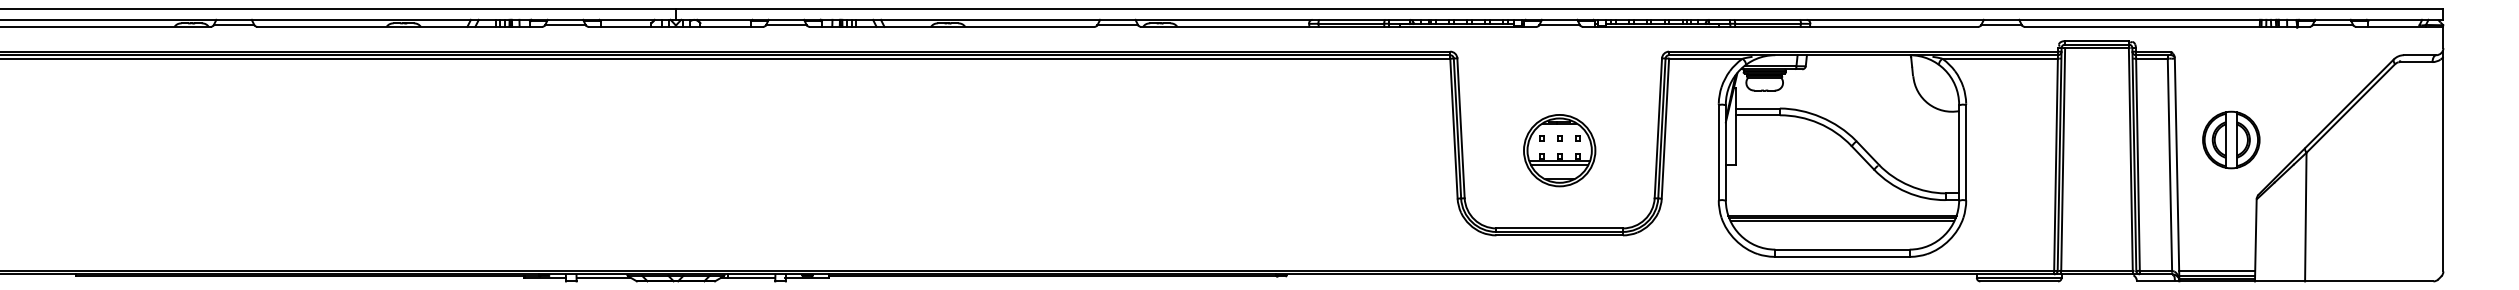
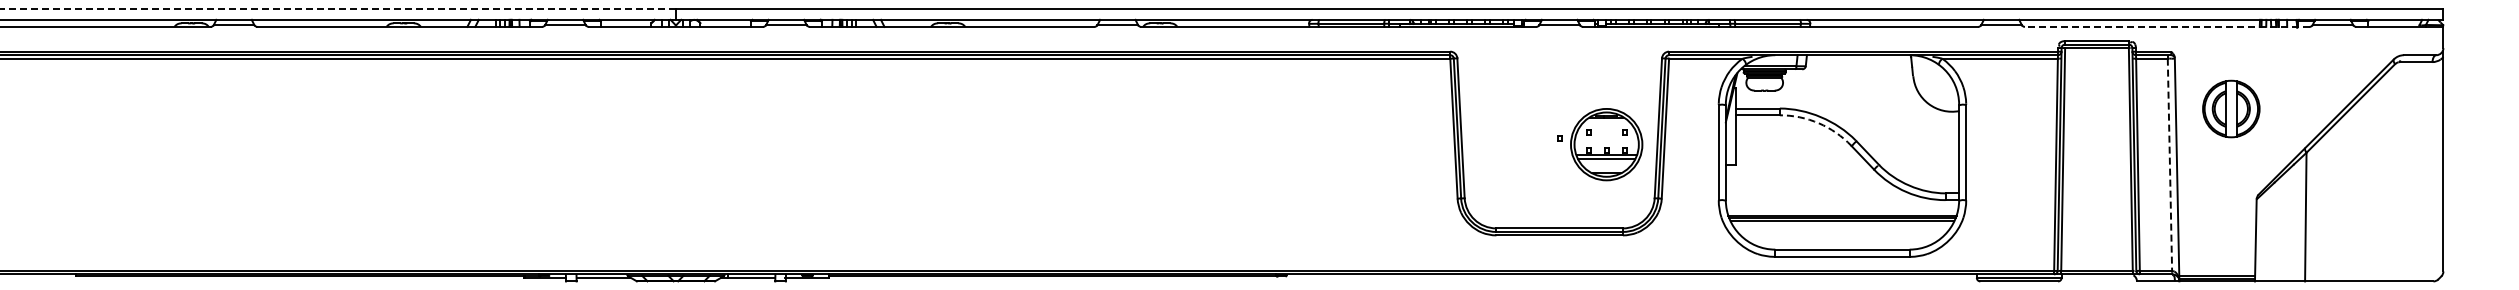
line at (338, 8): solid -> dashed
line at (2166, 26): solid -> dashed
arc at (1818, 123): solid -> dashed
part at (2231, 139) position: (2231, 139) -> (2231, 108)
part at (1559, 150) position: (1559, 150) -> (1606, 144)
line at (2169, 165): solid -> dashed
line at (2217, 271): present -> none
